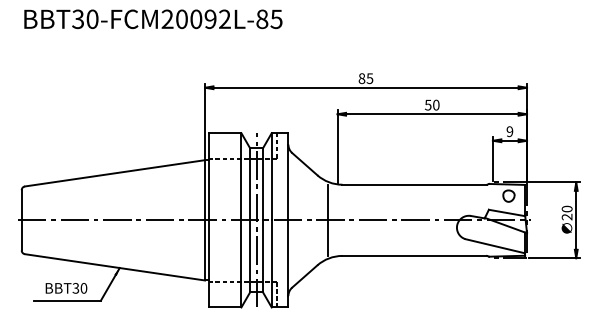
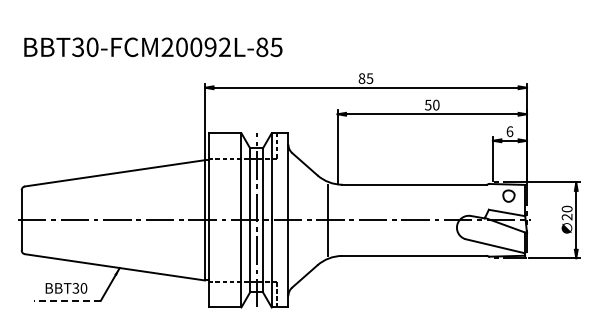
text at (153, 19) position: (153, 19) -> (153, 47)
text at (509, 131): 9 -> 6
line at (67, 300): solid -> dashed
